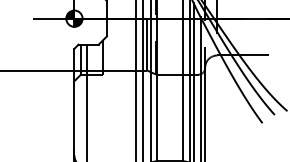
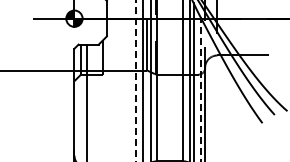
line at (136, 81): solid -> dashed
line at (200, 89): solid -> dashed
